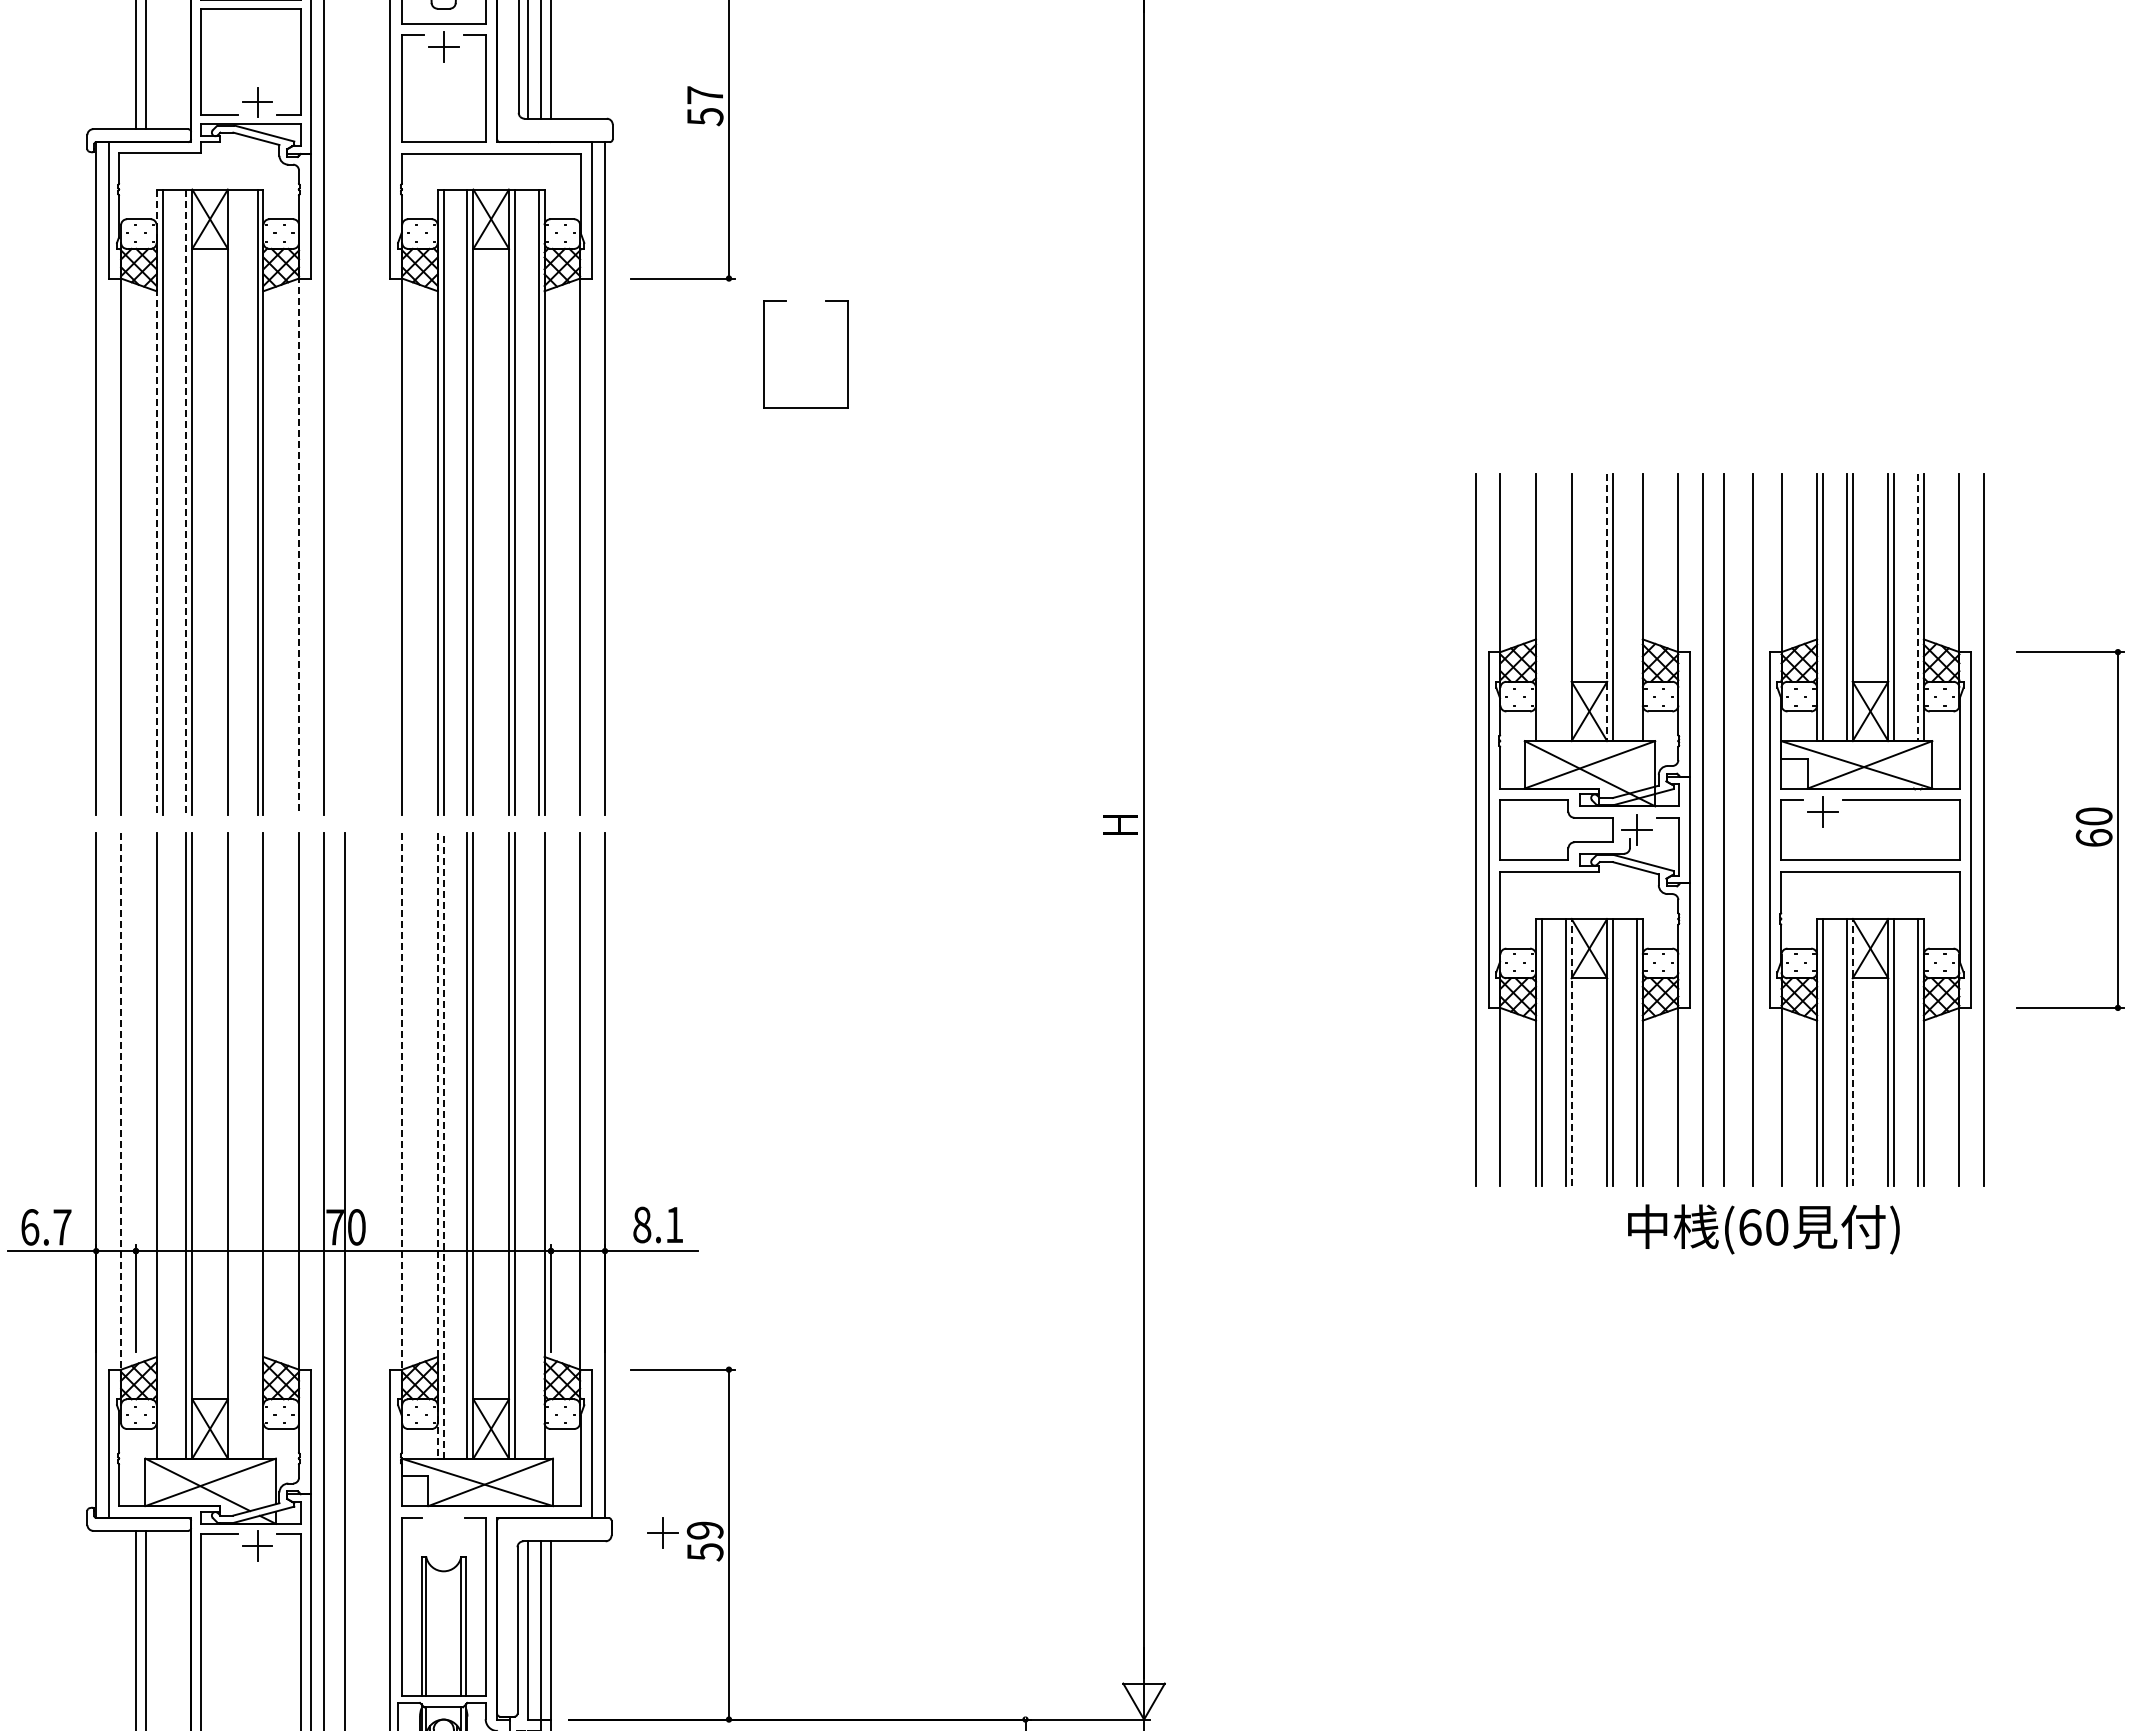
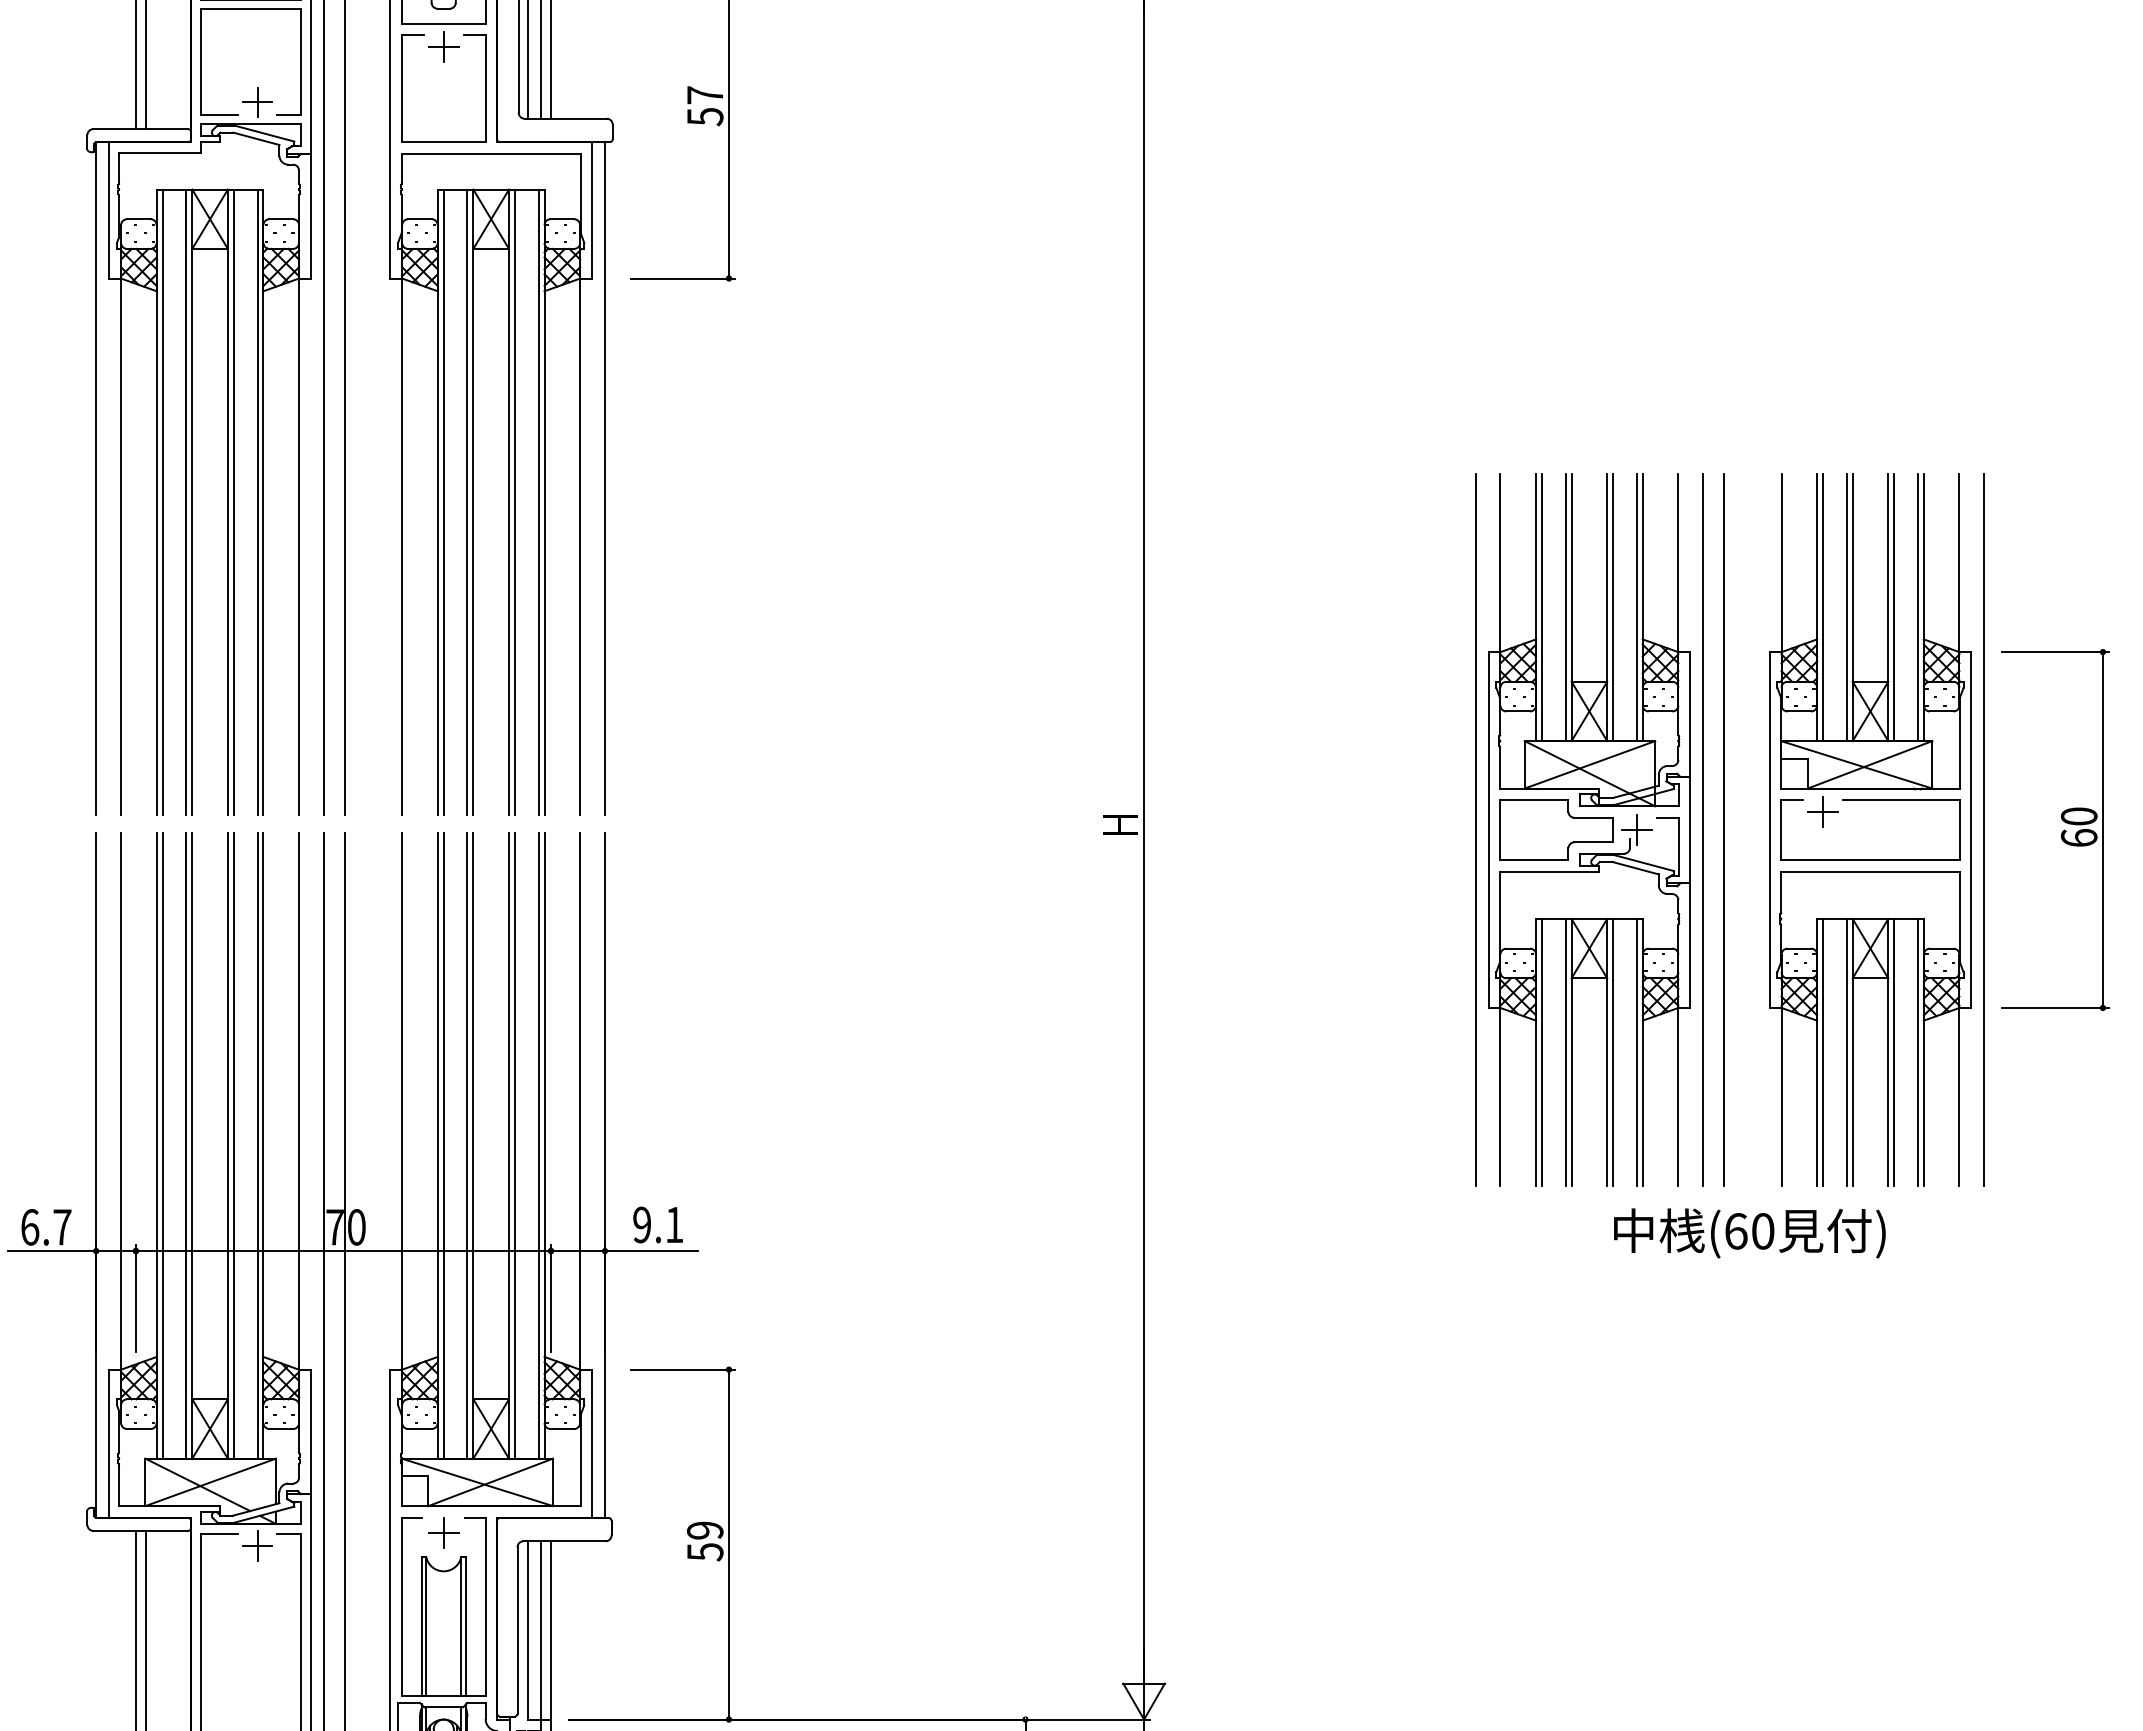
part at (764, 354): present -> none
line at (344, 408): none -> present
line at (156, 502): dashed -> solid
line at (186, 502): dashed -> solid
line at (233, 502): none -> present
line at (299, 545): dashed -> solid
line at (1541, 607): none -> present
line at (1565, 607): none -> present
line at (1636, 607): none -> present
line at (1607, 608): dashed -> solid
line at (1917, 608): dashed -> solid
line at (1752, 829): present -> none
part at (2076, 832) position: (2076, 832) -> (2061, 832)
line at (1571, 1051): dashed -> solid
line at (1852, 1051): dashed -> solid
line at (121, 1102): dashed -> solid
line at (402, 1102): dashed -> solid
line at (162, 1145): none -> present
line at (233, 1145): none -> present
line at (257, 1145): none -> present
line at (437, 1145): dashed -> solid
line at (443, 1145): dashed -> solid
line at (538, 1145): none -> present
text at (642, 1224): 8.1 -> 9.1
text at (1763, 1229) position: (1763, 1229) -> (1749, 1233)
part at (662, 1532) position: (662, 1532) -> (443, 1532)
